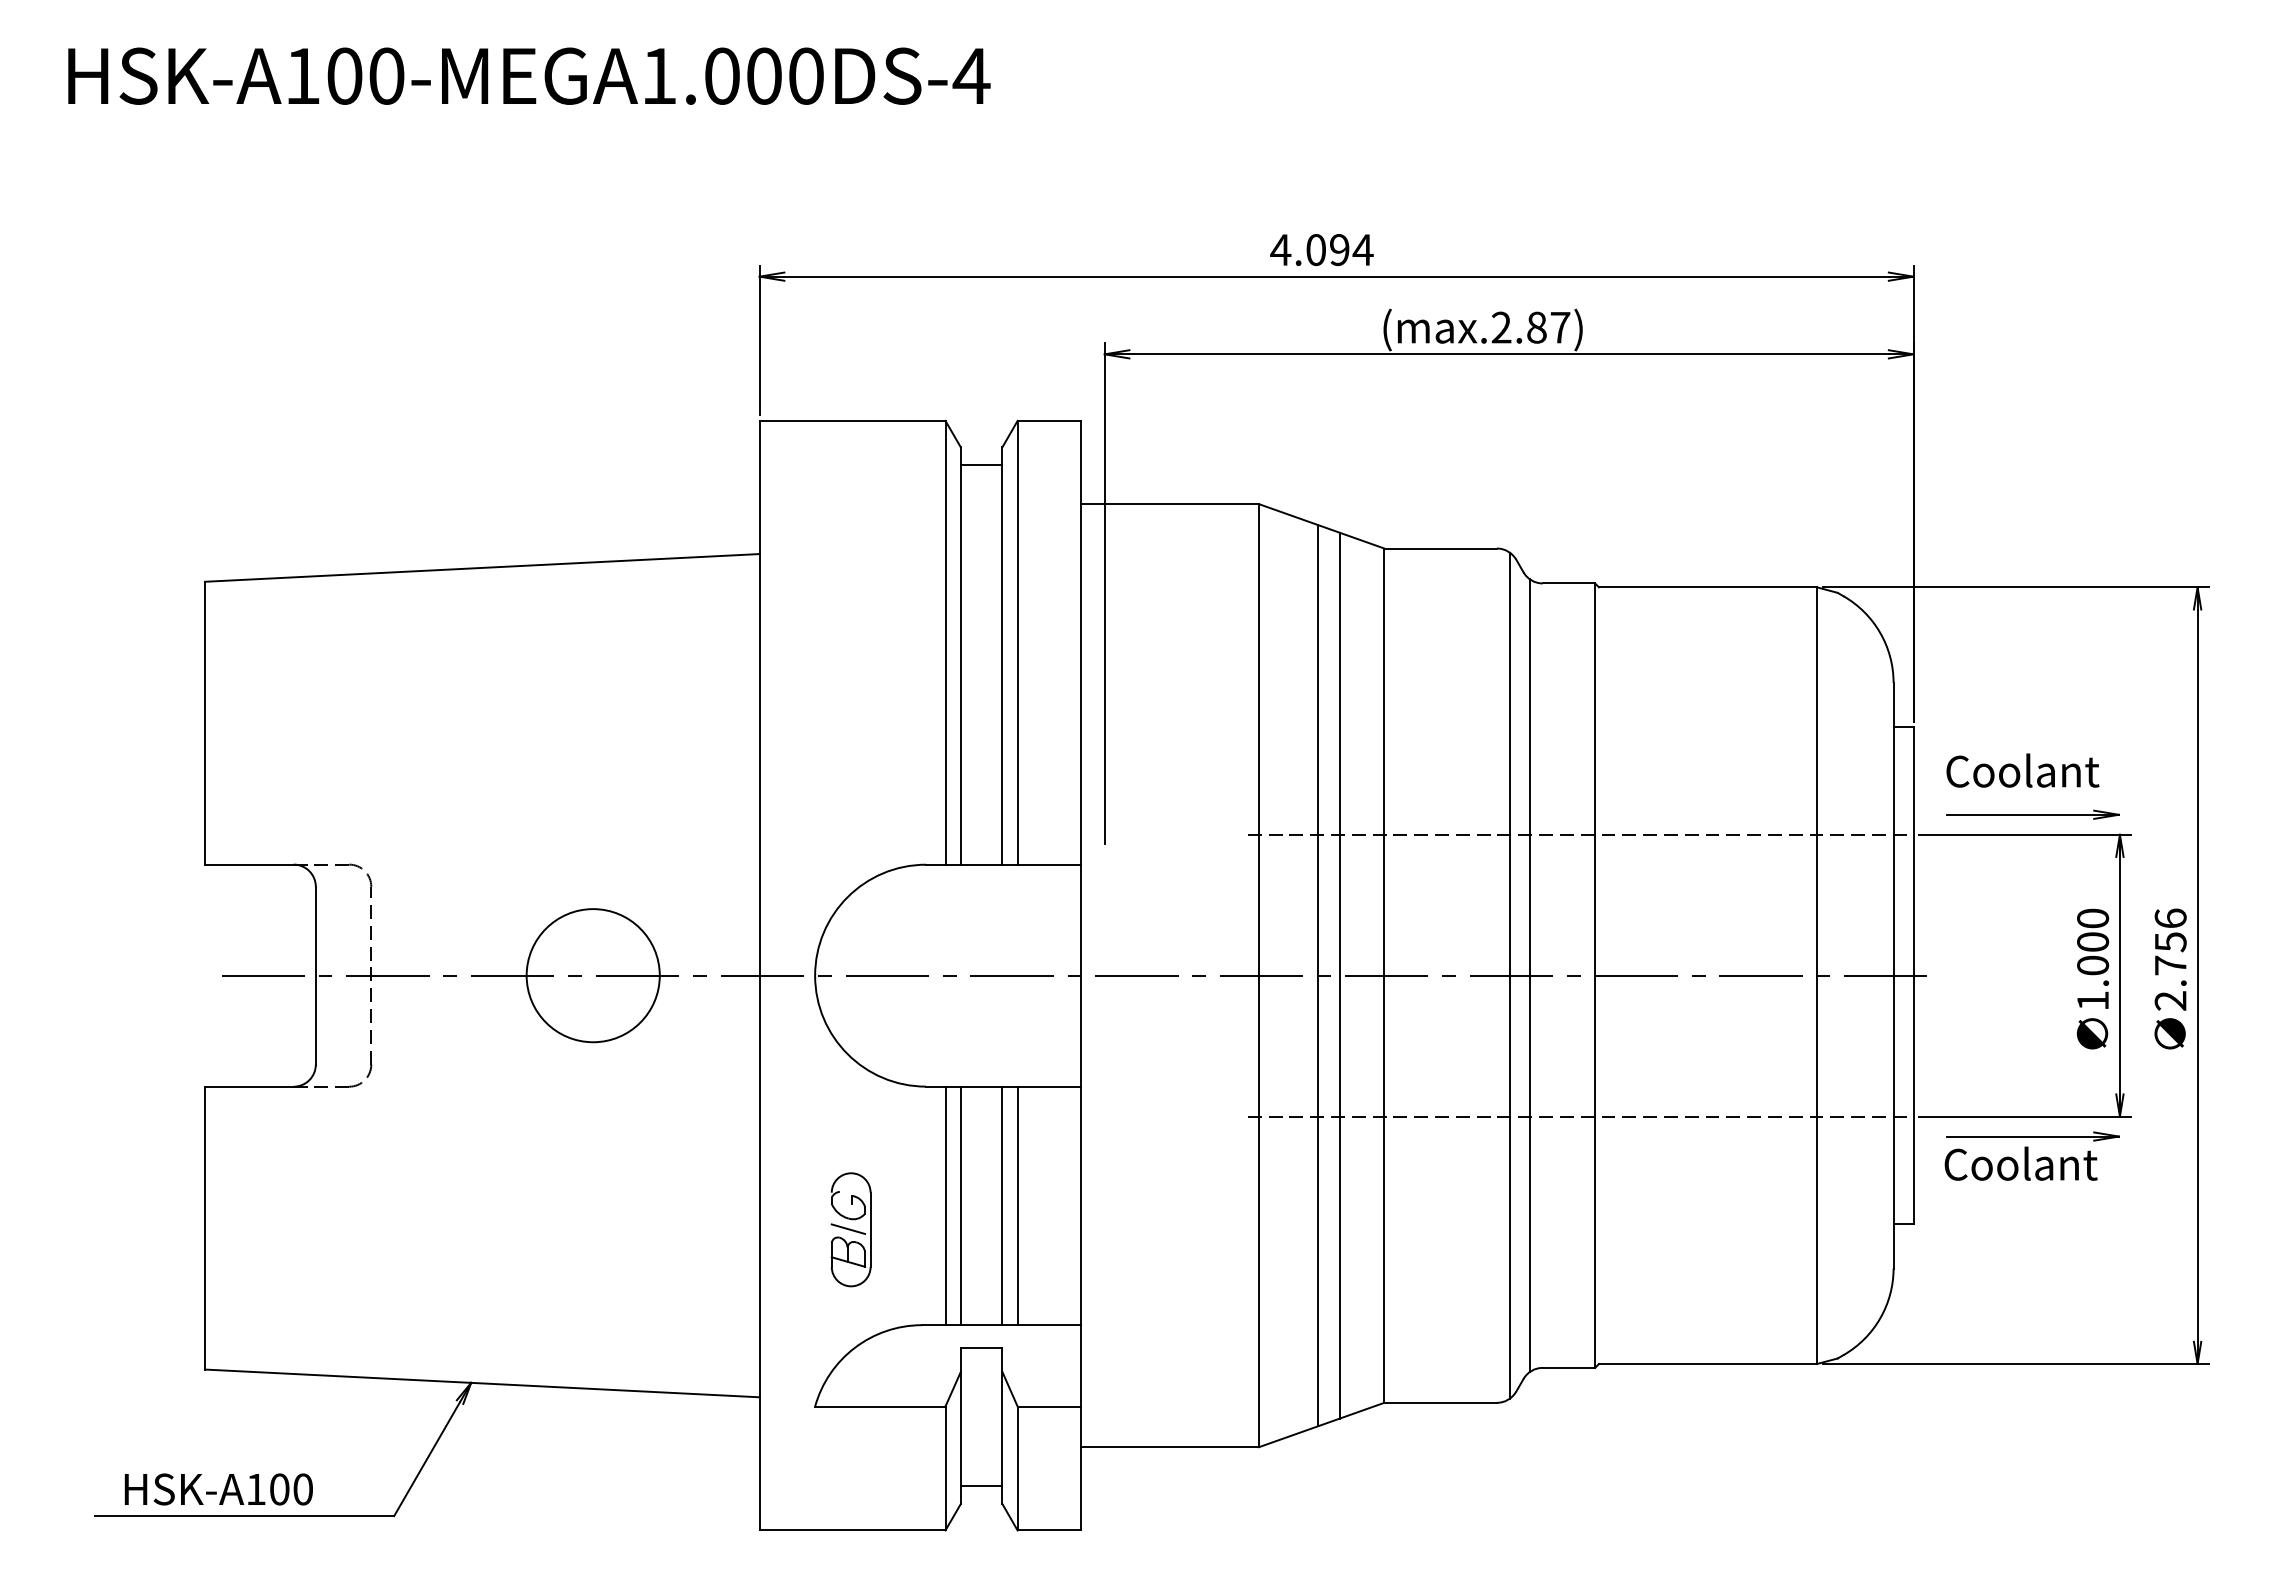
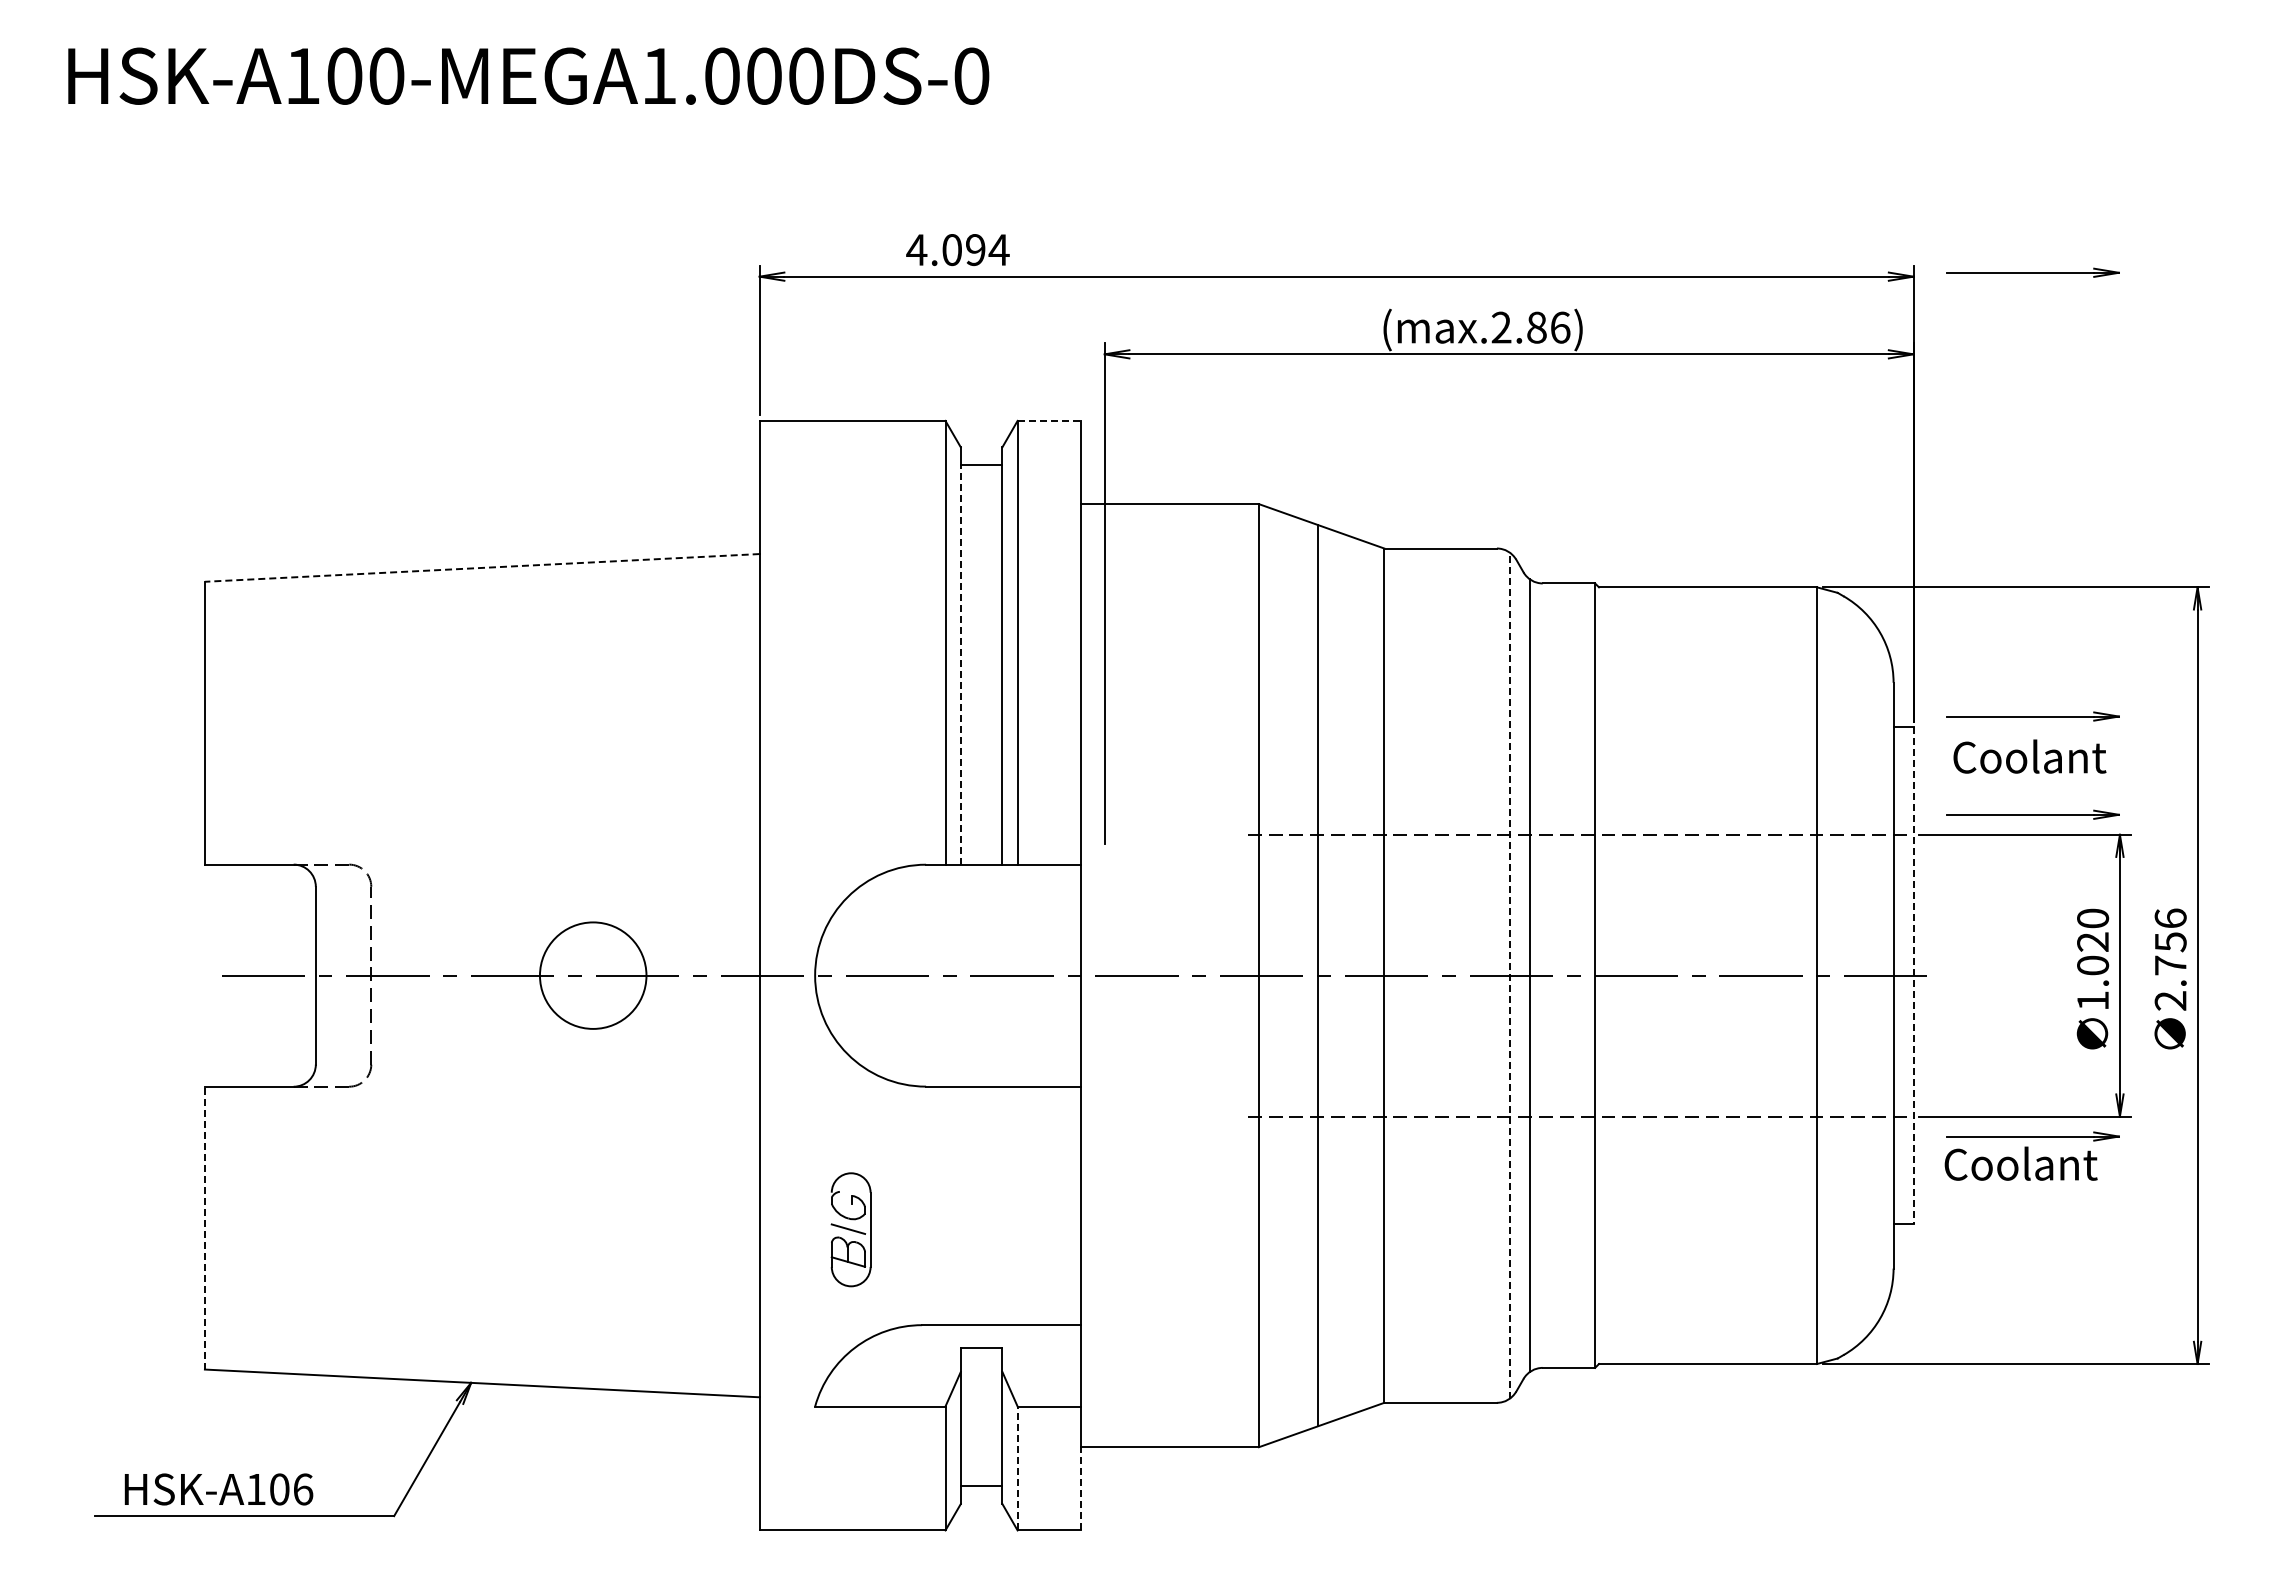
text at (971, 75): HSK-A100-MEGA1.000DS-4 -> HSK-A100-MEGA1.000DS-0
text at (1321, 250) position: (1321, 250) -> (957, 250)
part at (2032, 272): none -> present
text at (1560, 327): (max.2.87) -> (max.2.86)
line at (1049, 420): solid -> dashed
line at (482, 567): solid -> dashed
line at (960, 665): solid -> dashed
part at (2032, 716): none -> present
text at (2022, 770) position: (2022, 770) -> (2029, 756)
text at (2093, 941): 1.000 -> 1.020
circle at (592, 975) diameter: 133 px -> 107 px
line at (1339, 975): present -> none
line at (1509, 975): solid -> dashed
line at (1913, 976): solid -> dashed
line at (945, 1205): present -> none
line at (960, 1205): present -> none
line at (1002, 1205): present -> none
line at (1017, 1205): present -> none
line at (204, 1227): solid -> dashed
line at (1017, 1468): solid -> dashed
line at (1081, 1488): solid -> dashed
text at (303, 1489): HSK-A100 -> HSK-A106
